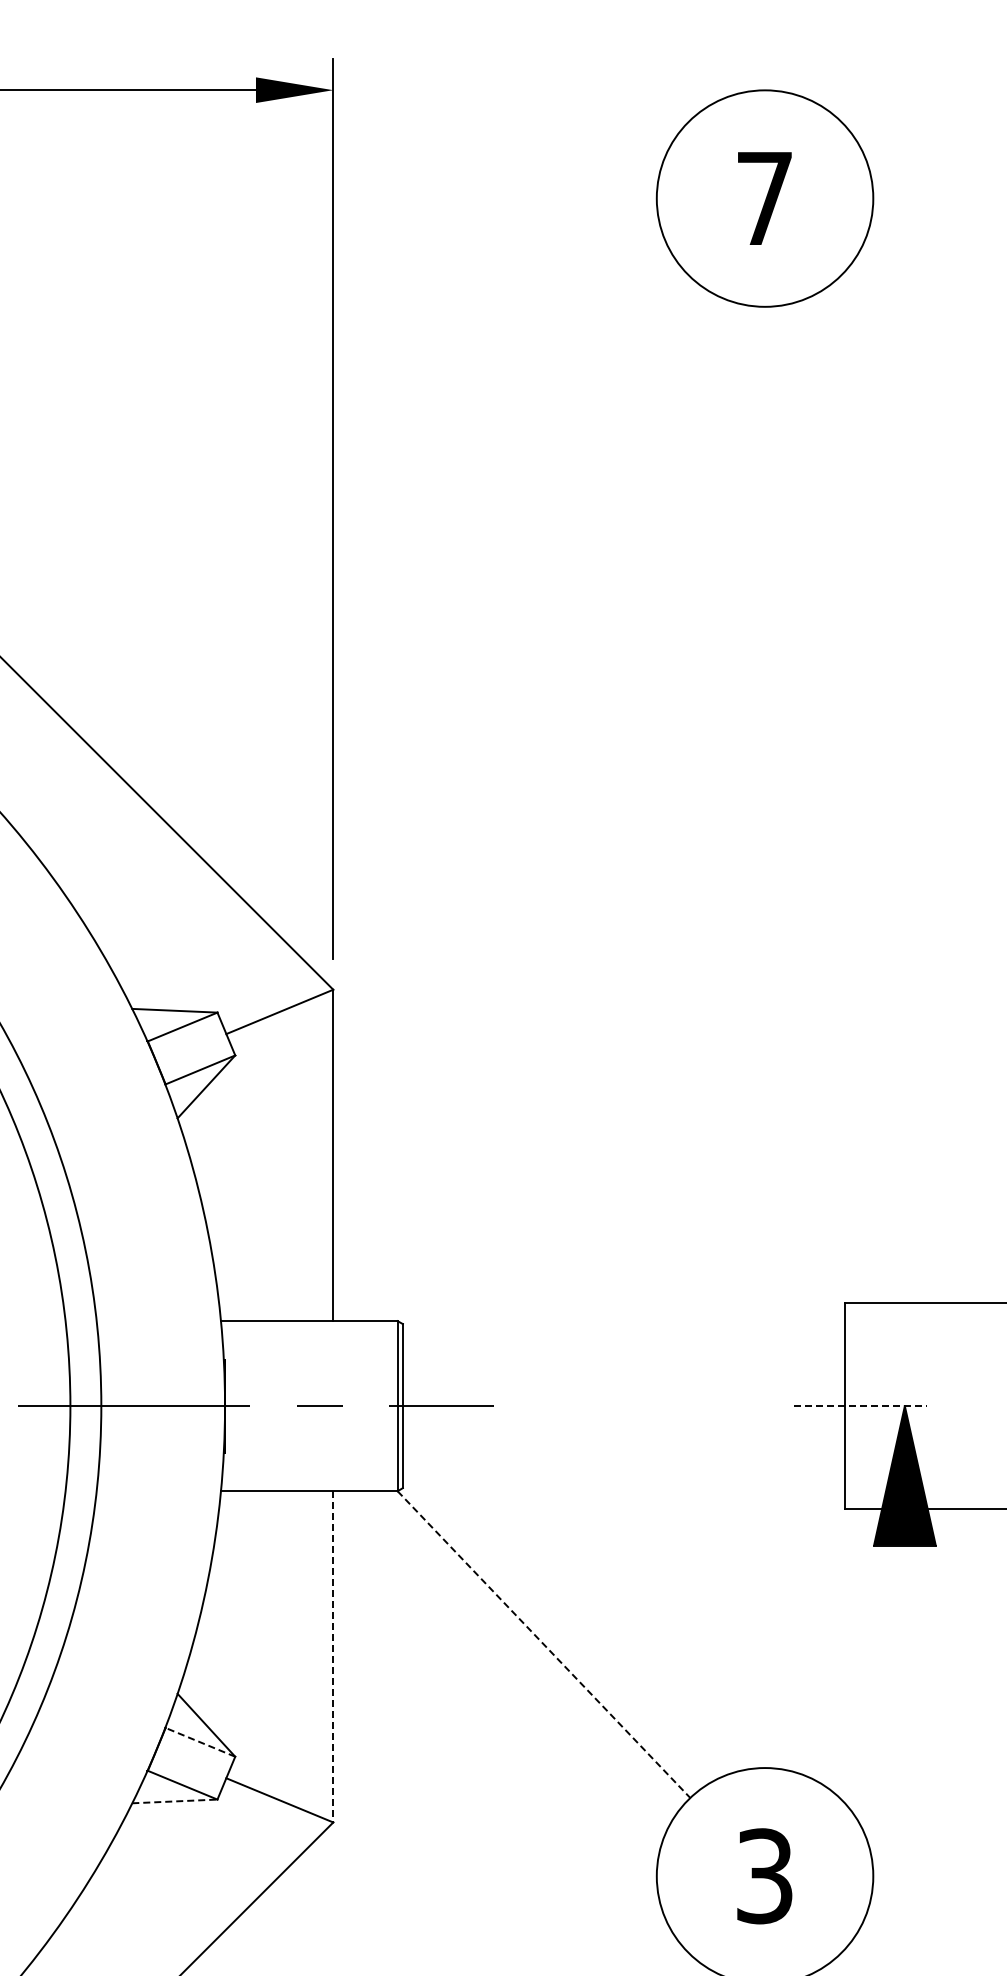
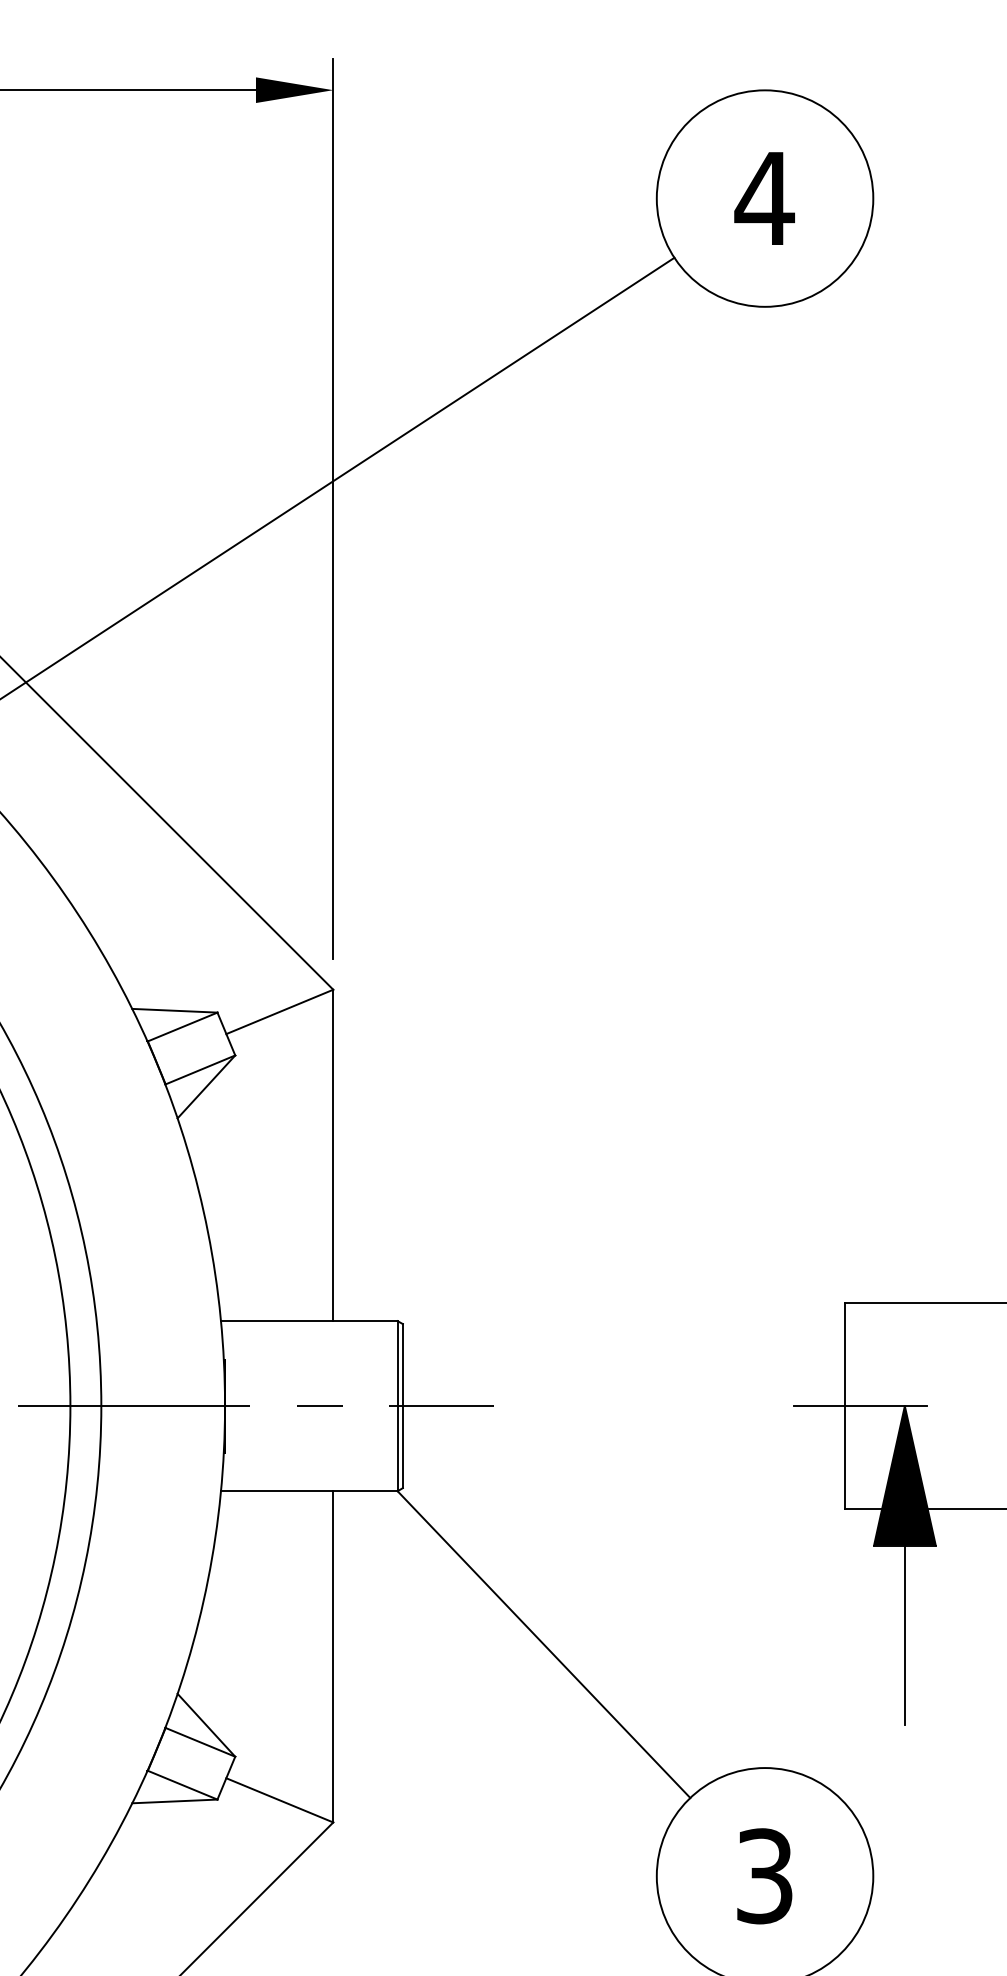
text at (764, 198): 7 -> 4
line at (338, 477): none -> present
line at (860, 1406): dashed -> solid
line at (904, 1634): none -> present
line at (544, 1644): dashed -> solid
line at (333, 1656): dashed -> solid
line at (200, 1742): dashed -> solid
line at (174, 1801): dashed -> solid
